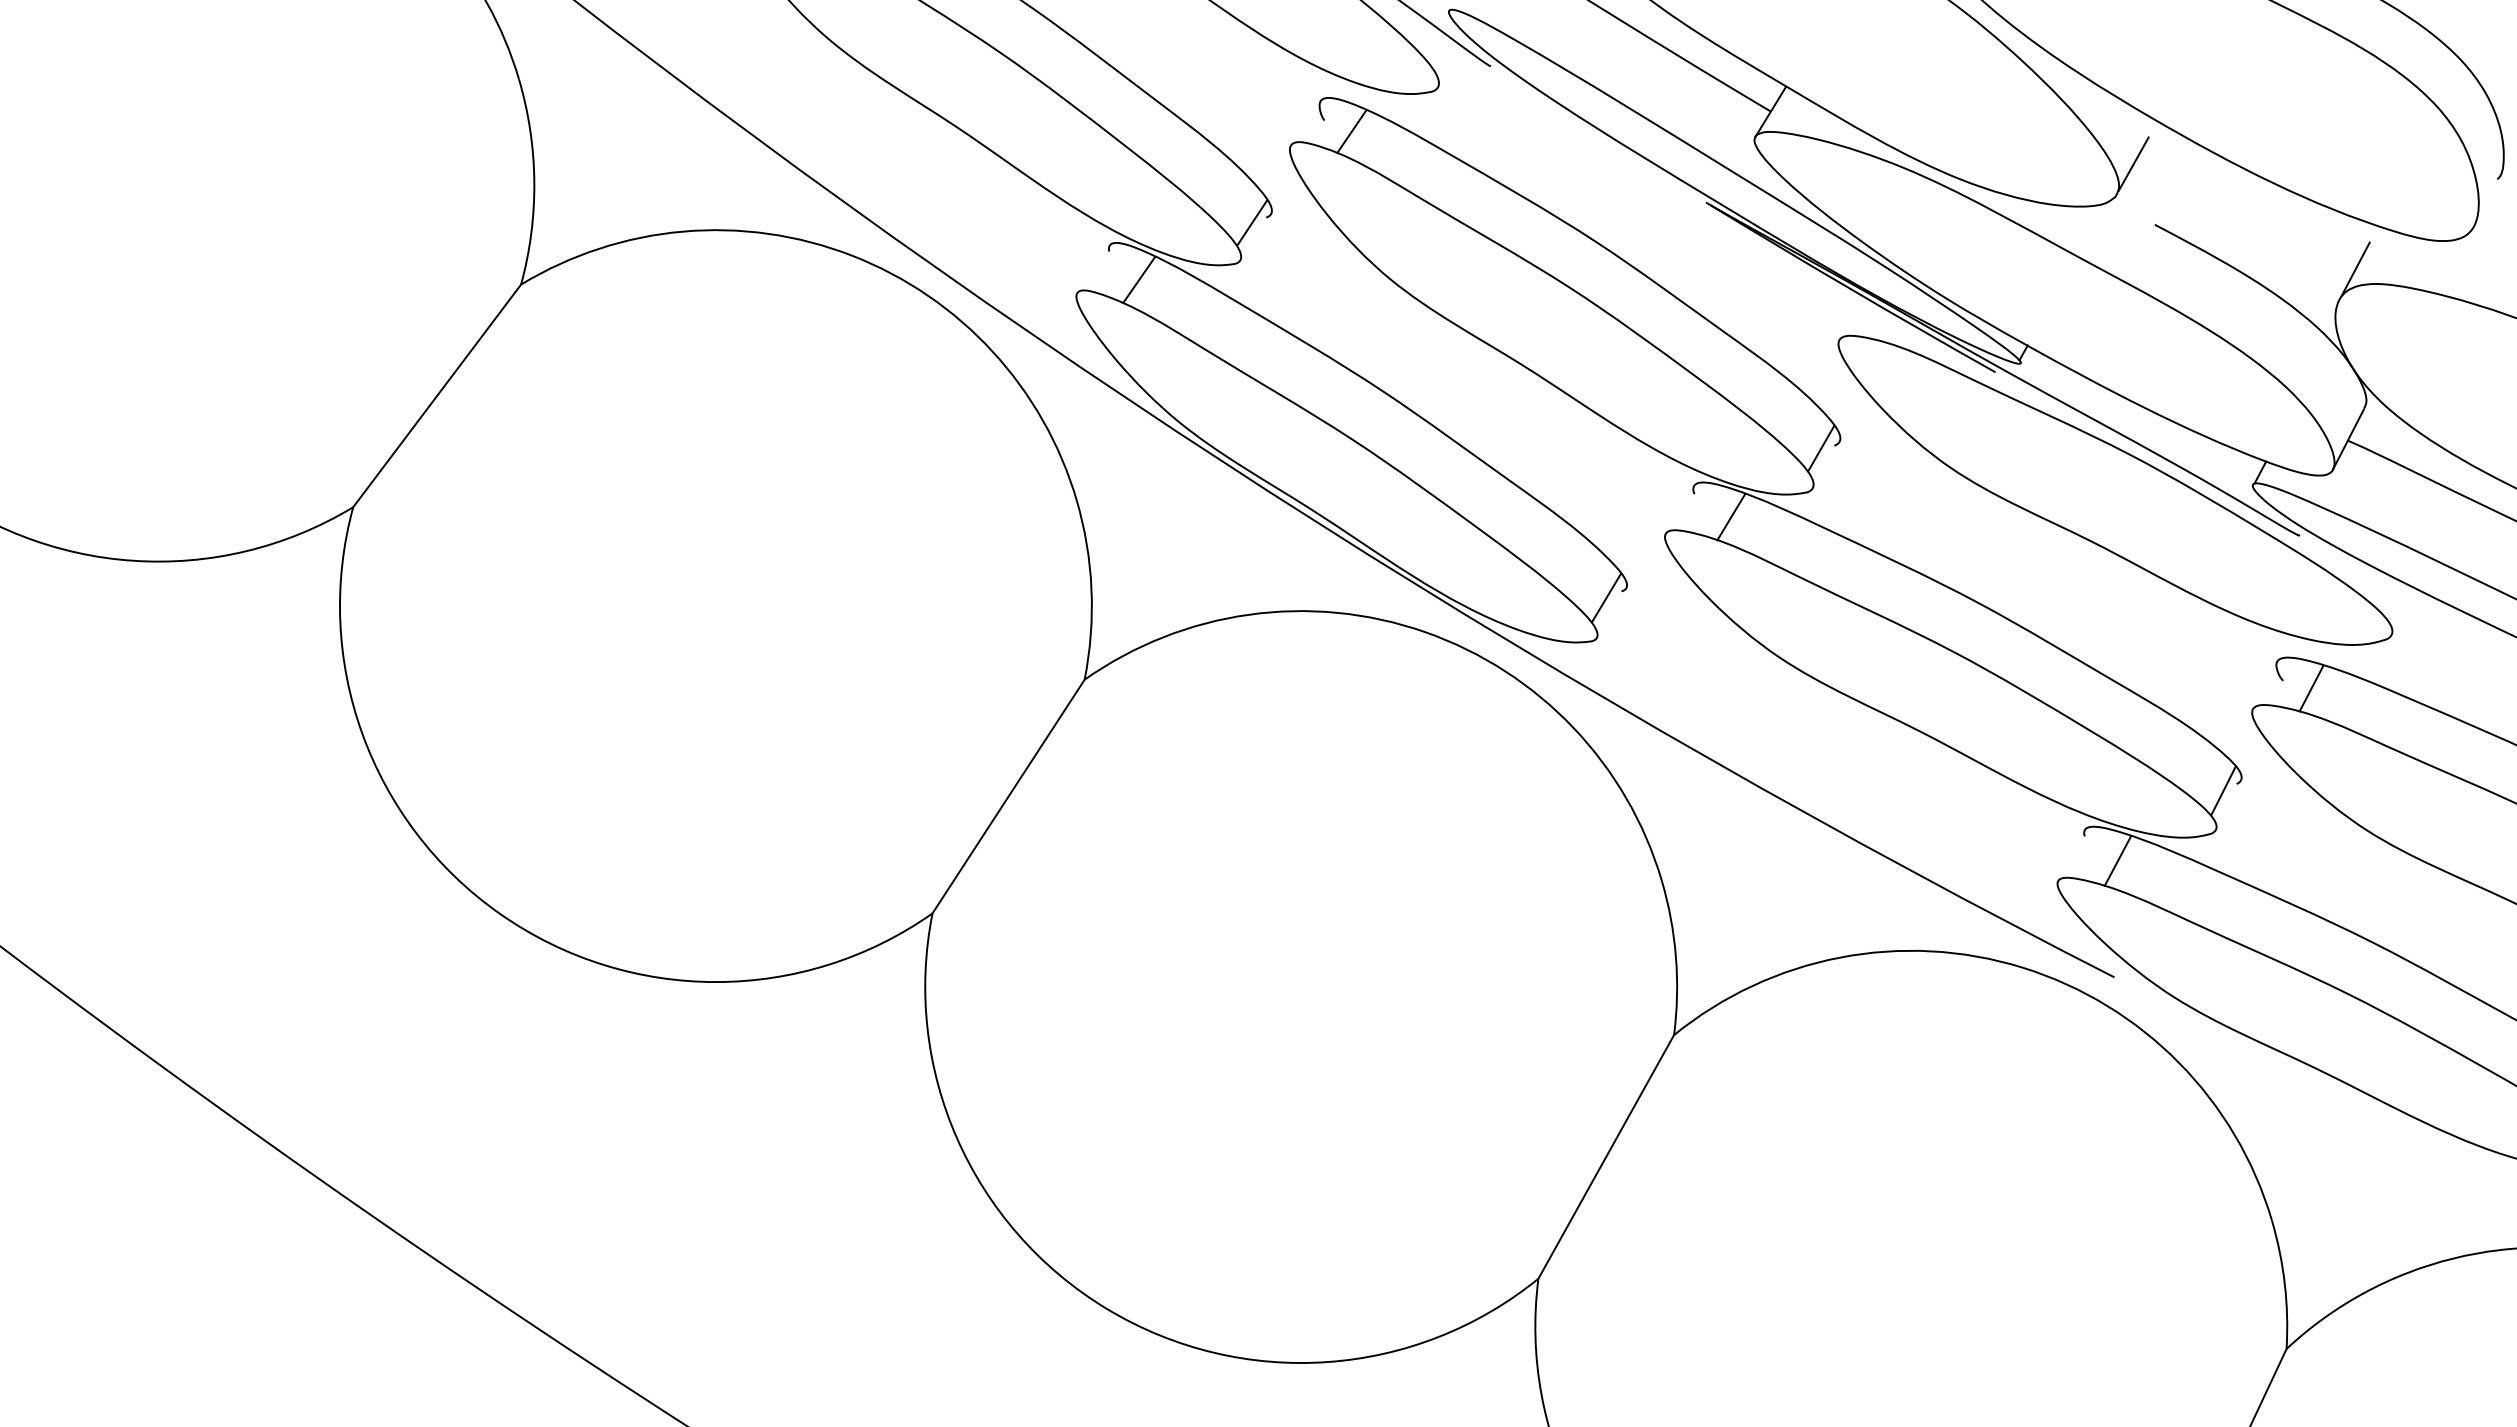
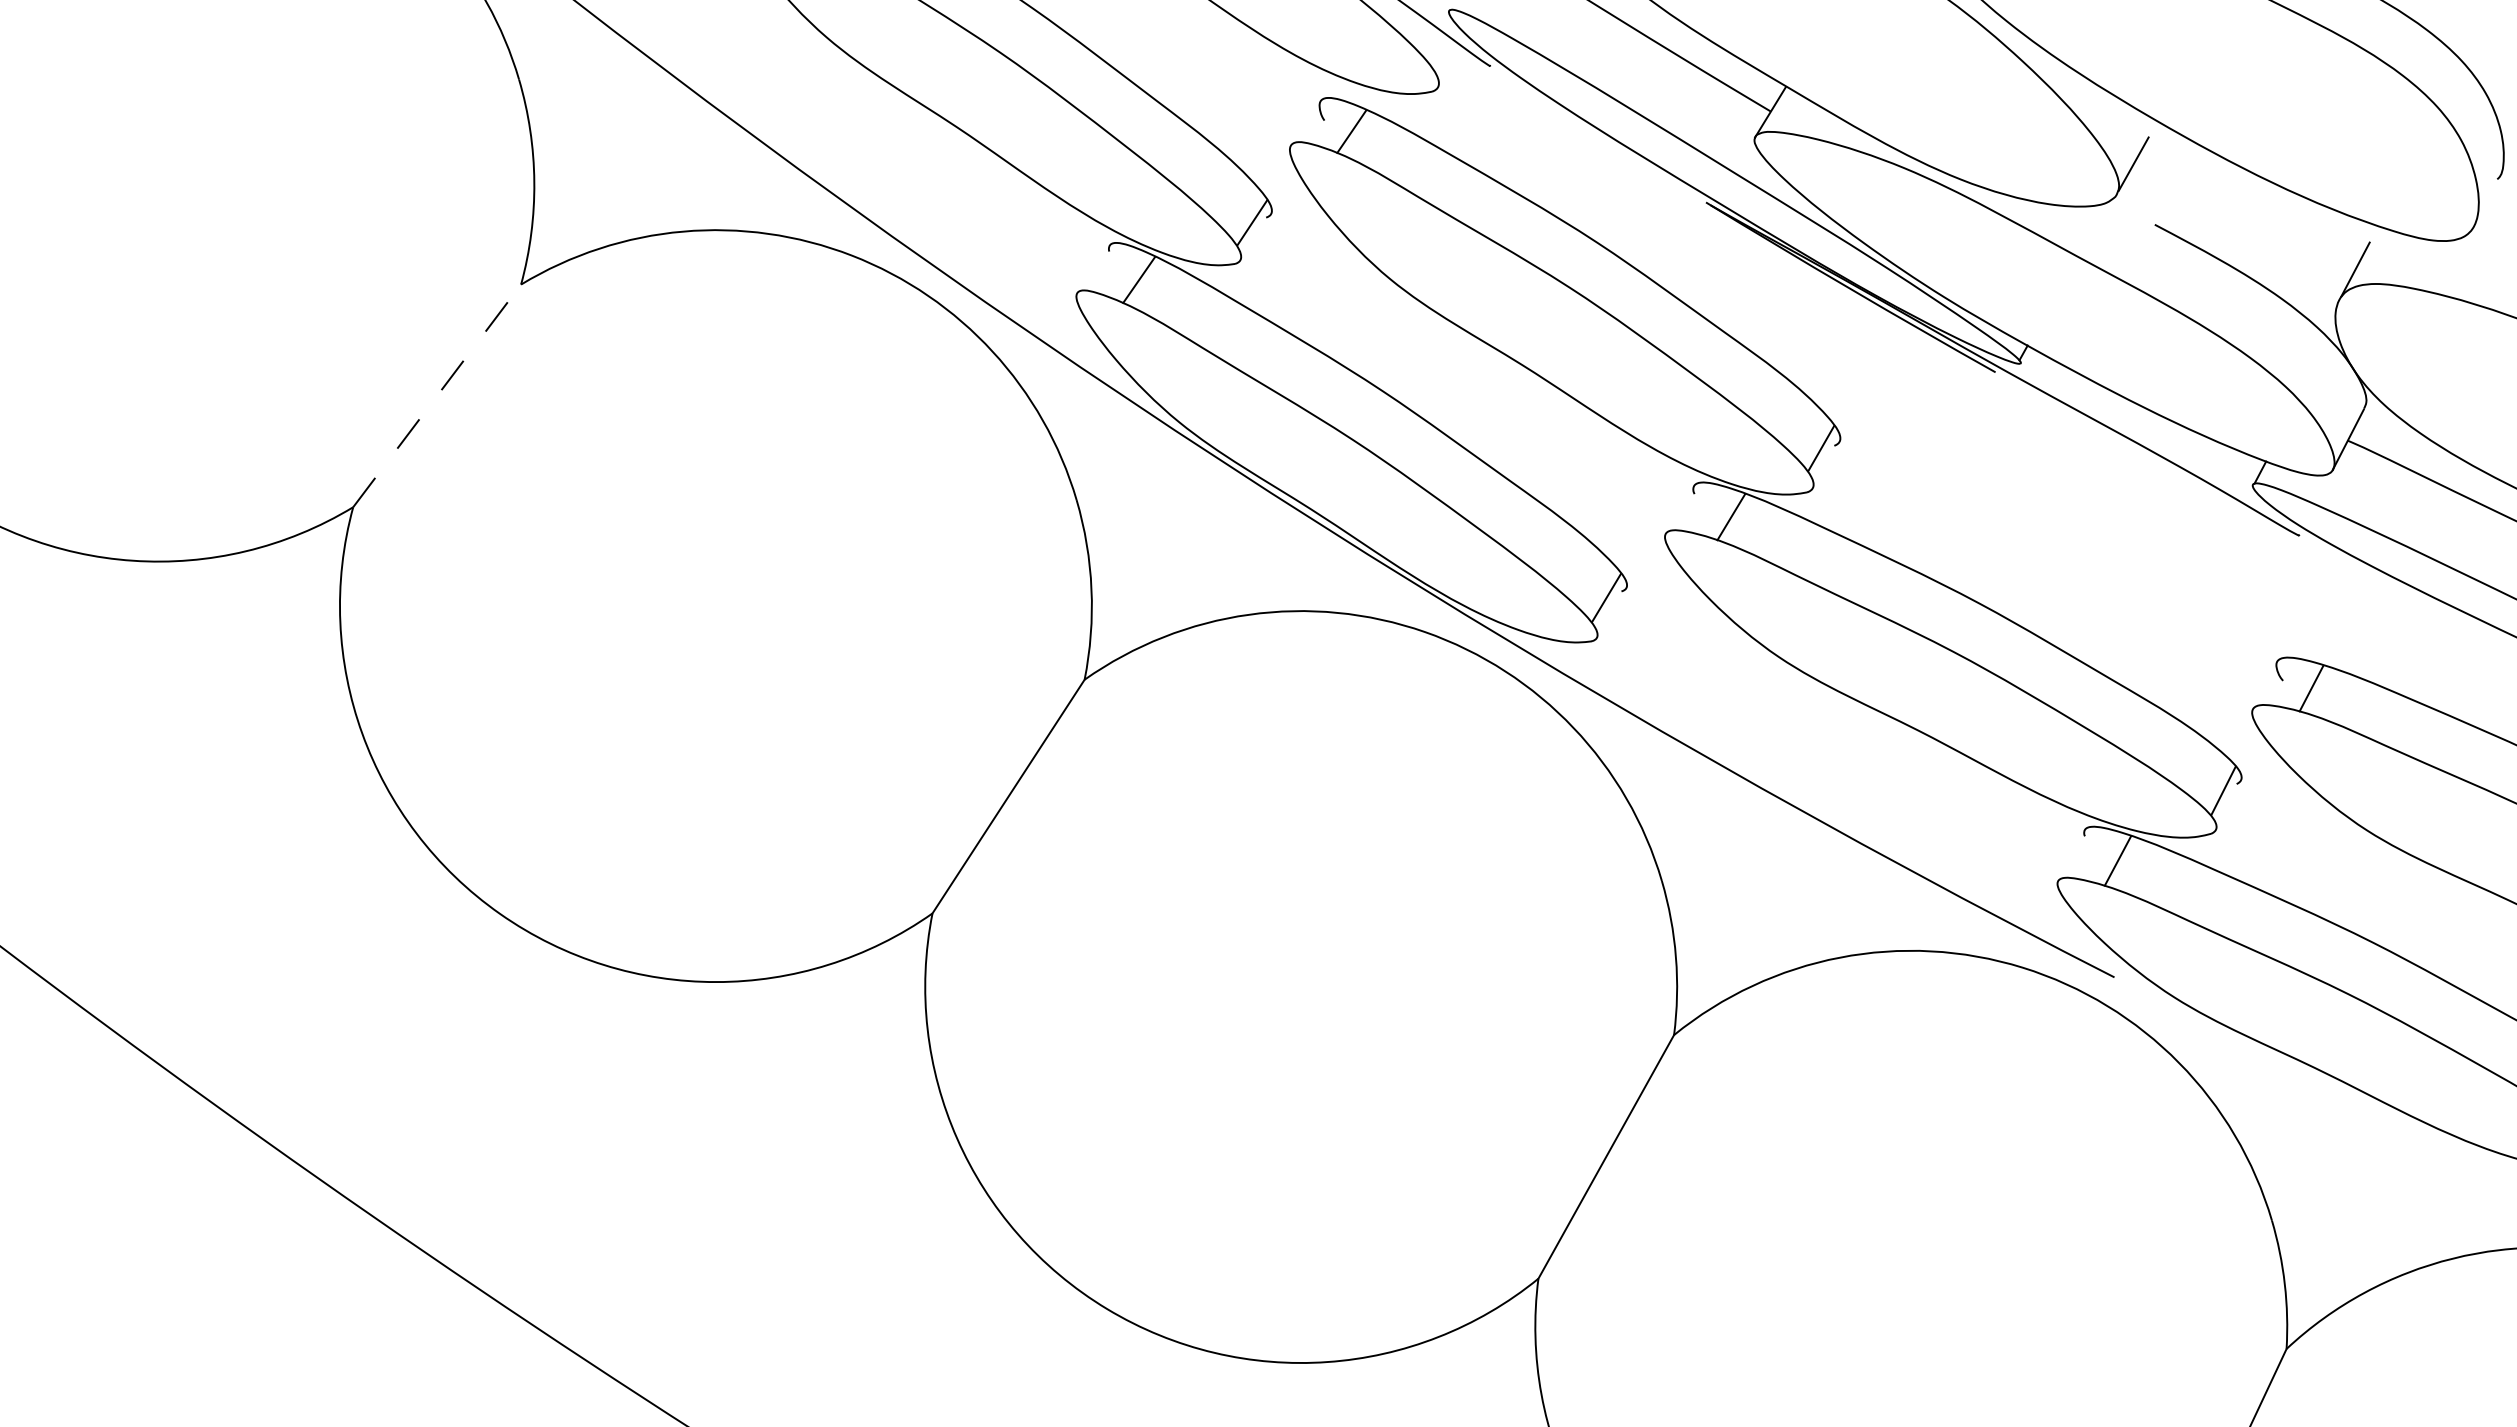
line at (437, 395): solid -> dashed
part at (2115, 489): present -> none
